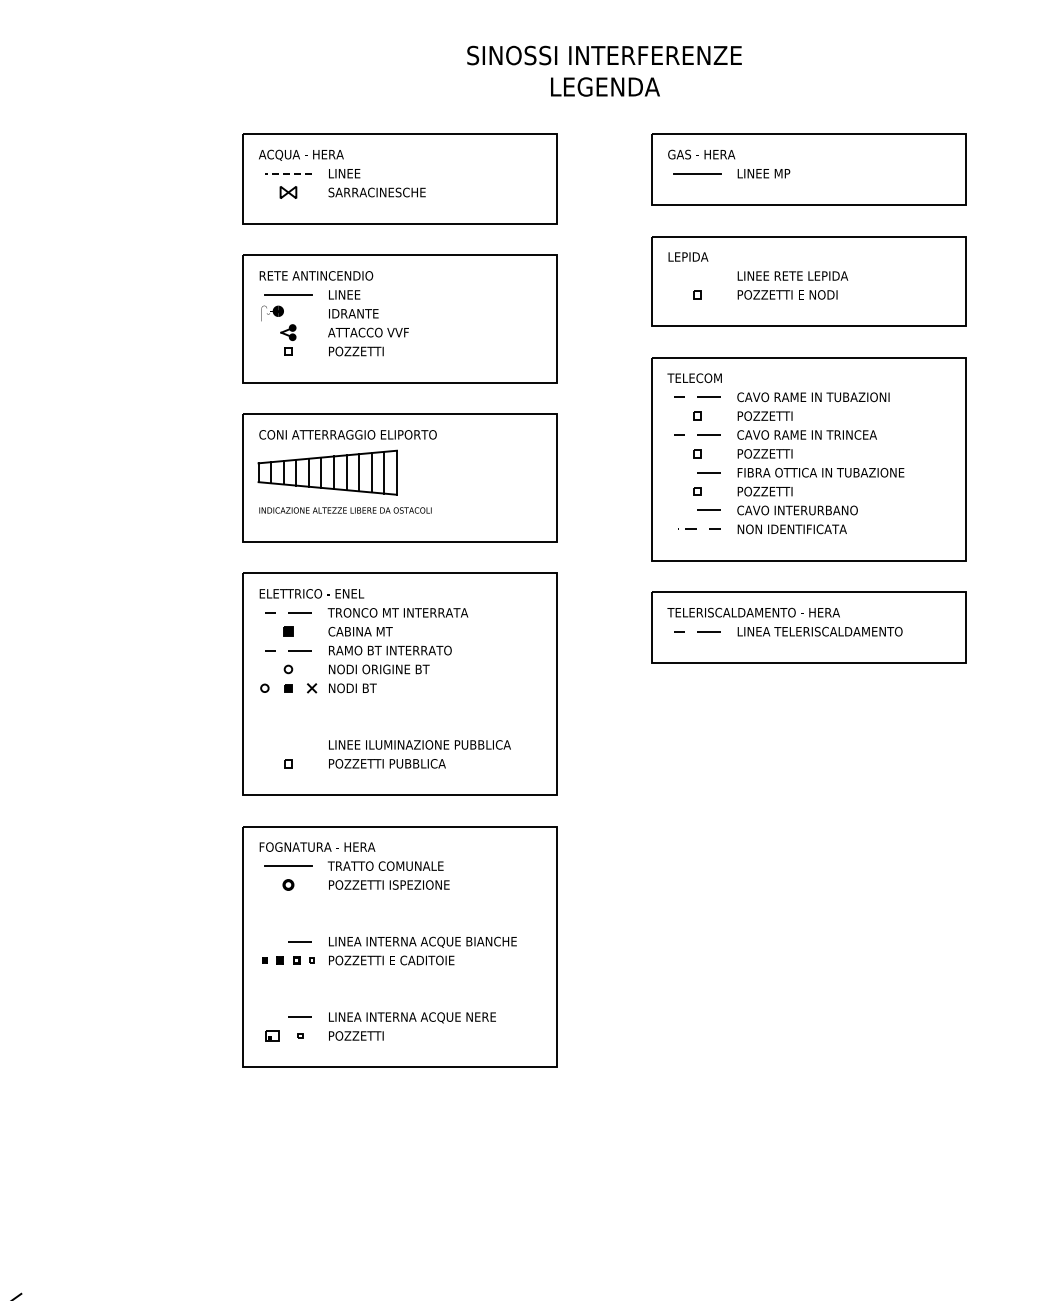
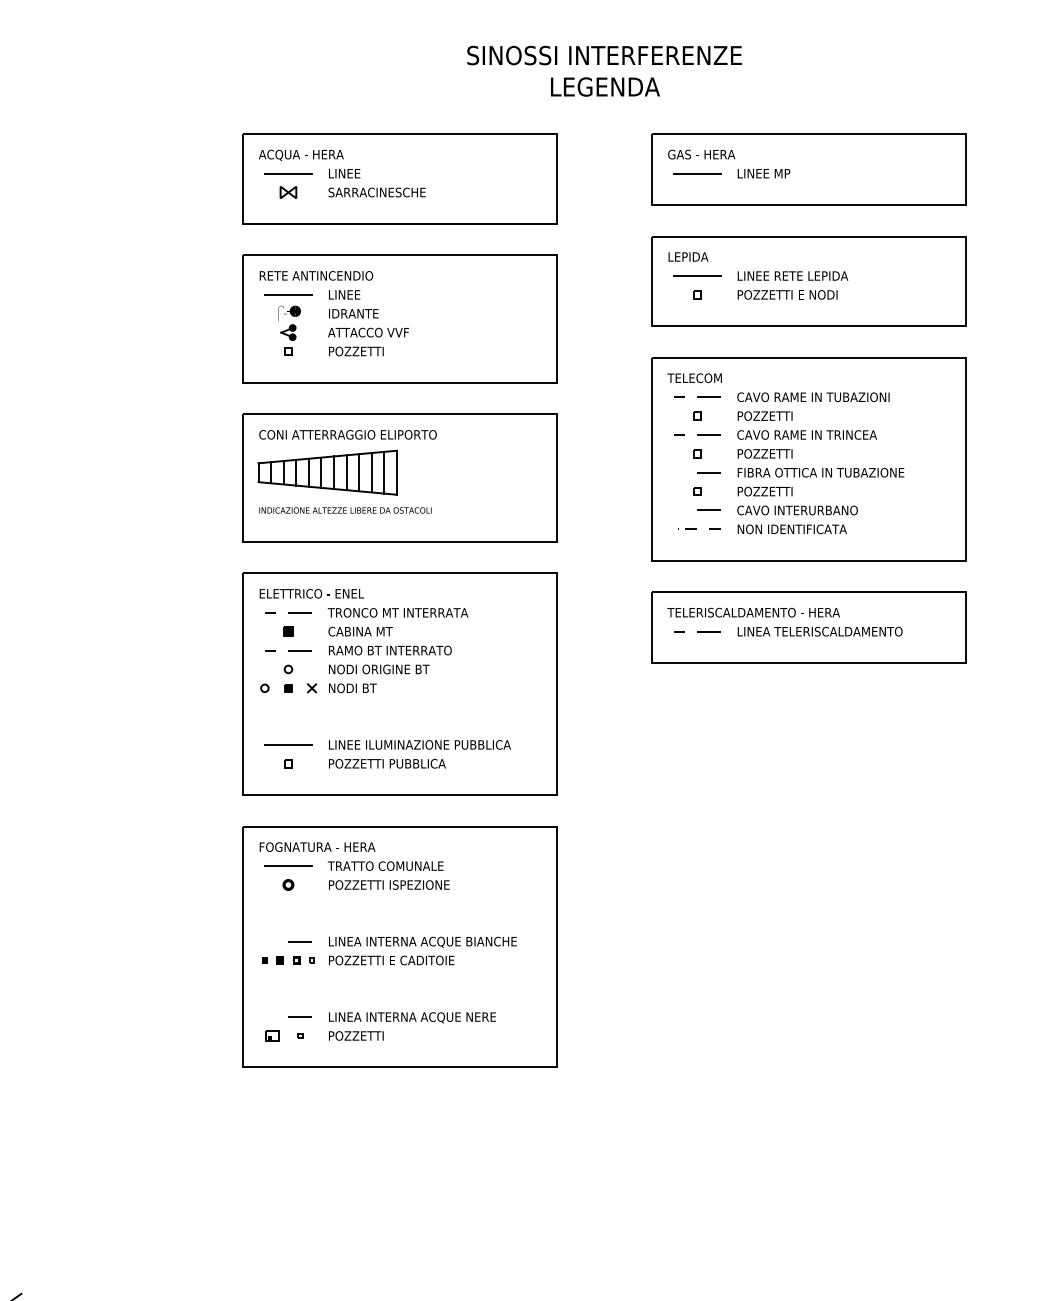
line at (288, 173): dashed -> solid
line at (696, 276): none -> present
part at (272, 313) position: (272, 313) -> (289, 313)
line at (288, 744): none -> present
